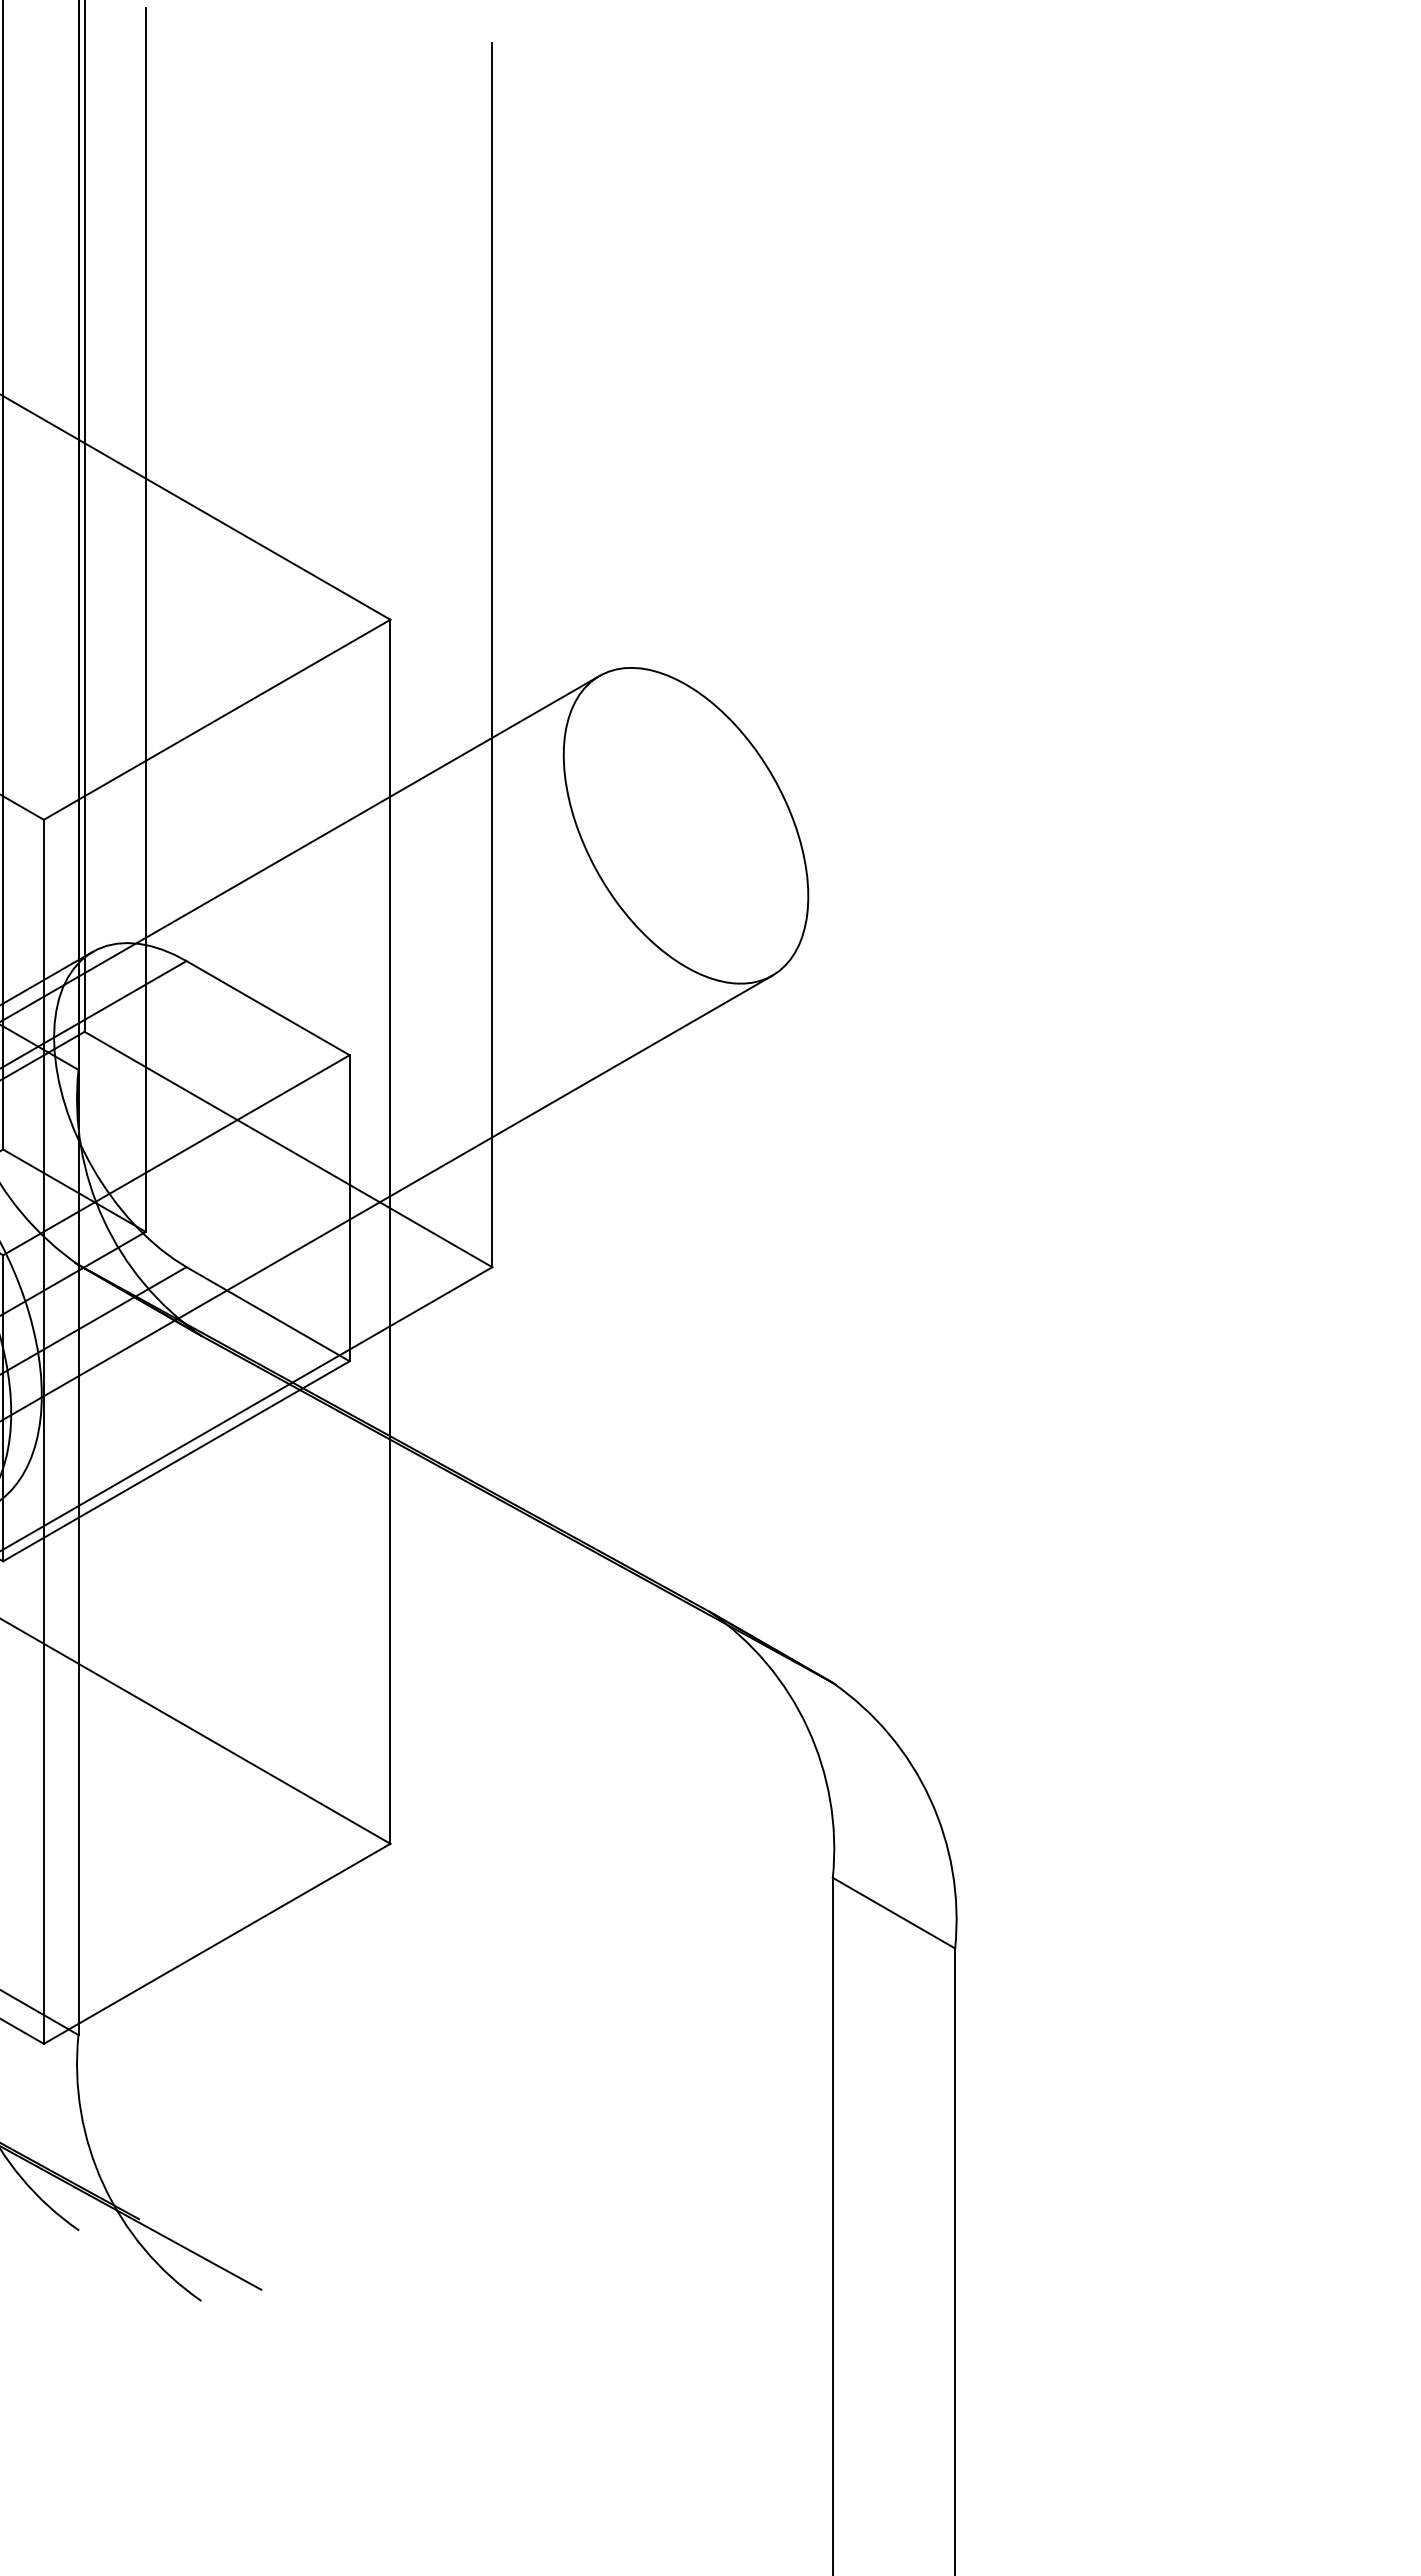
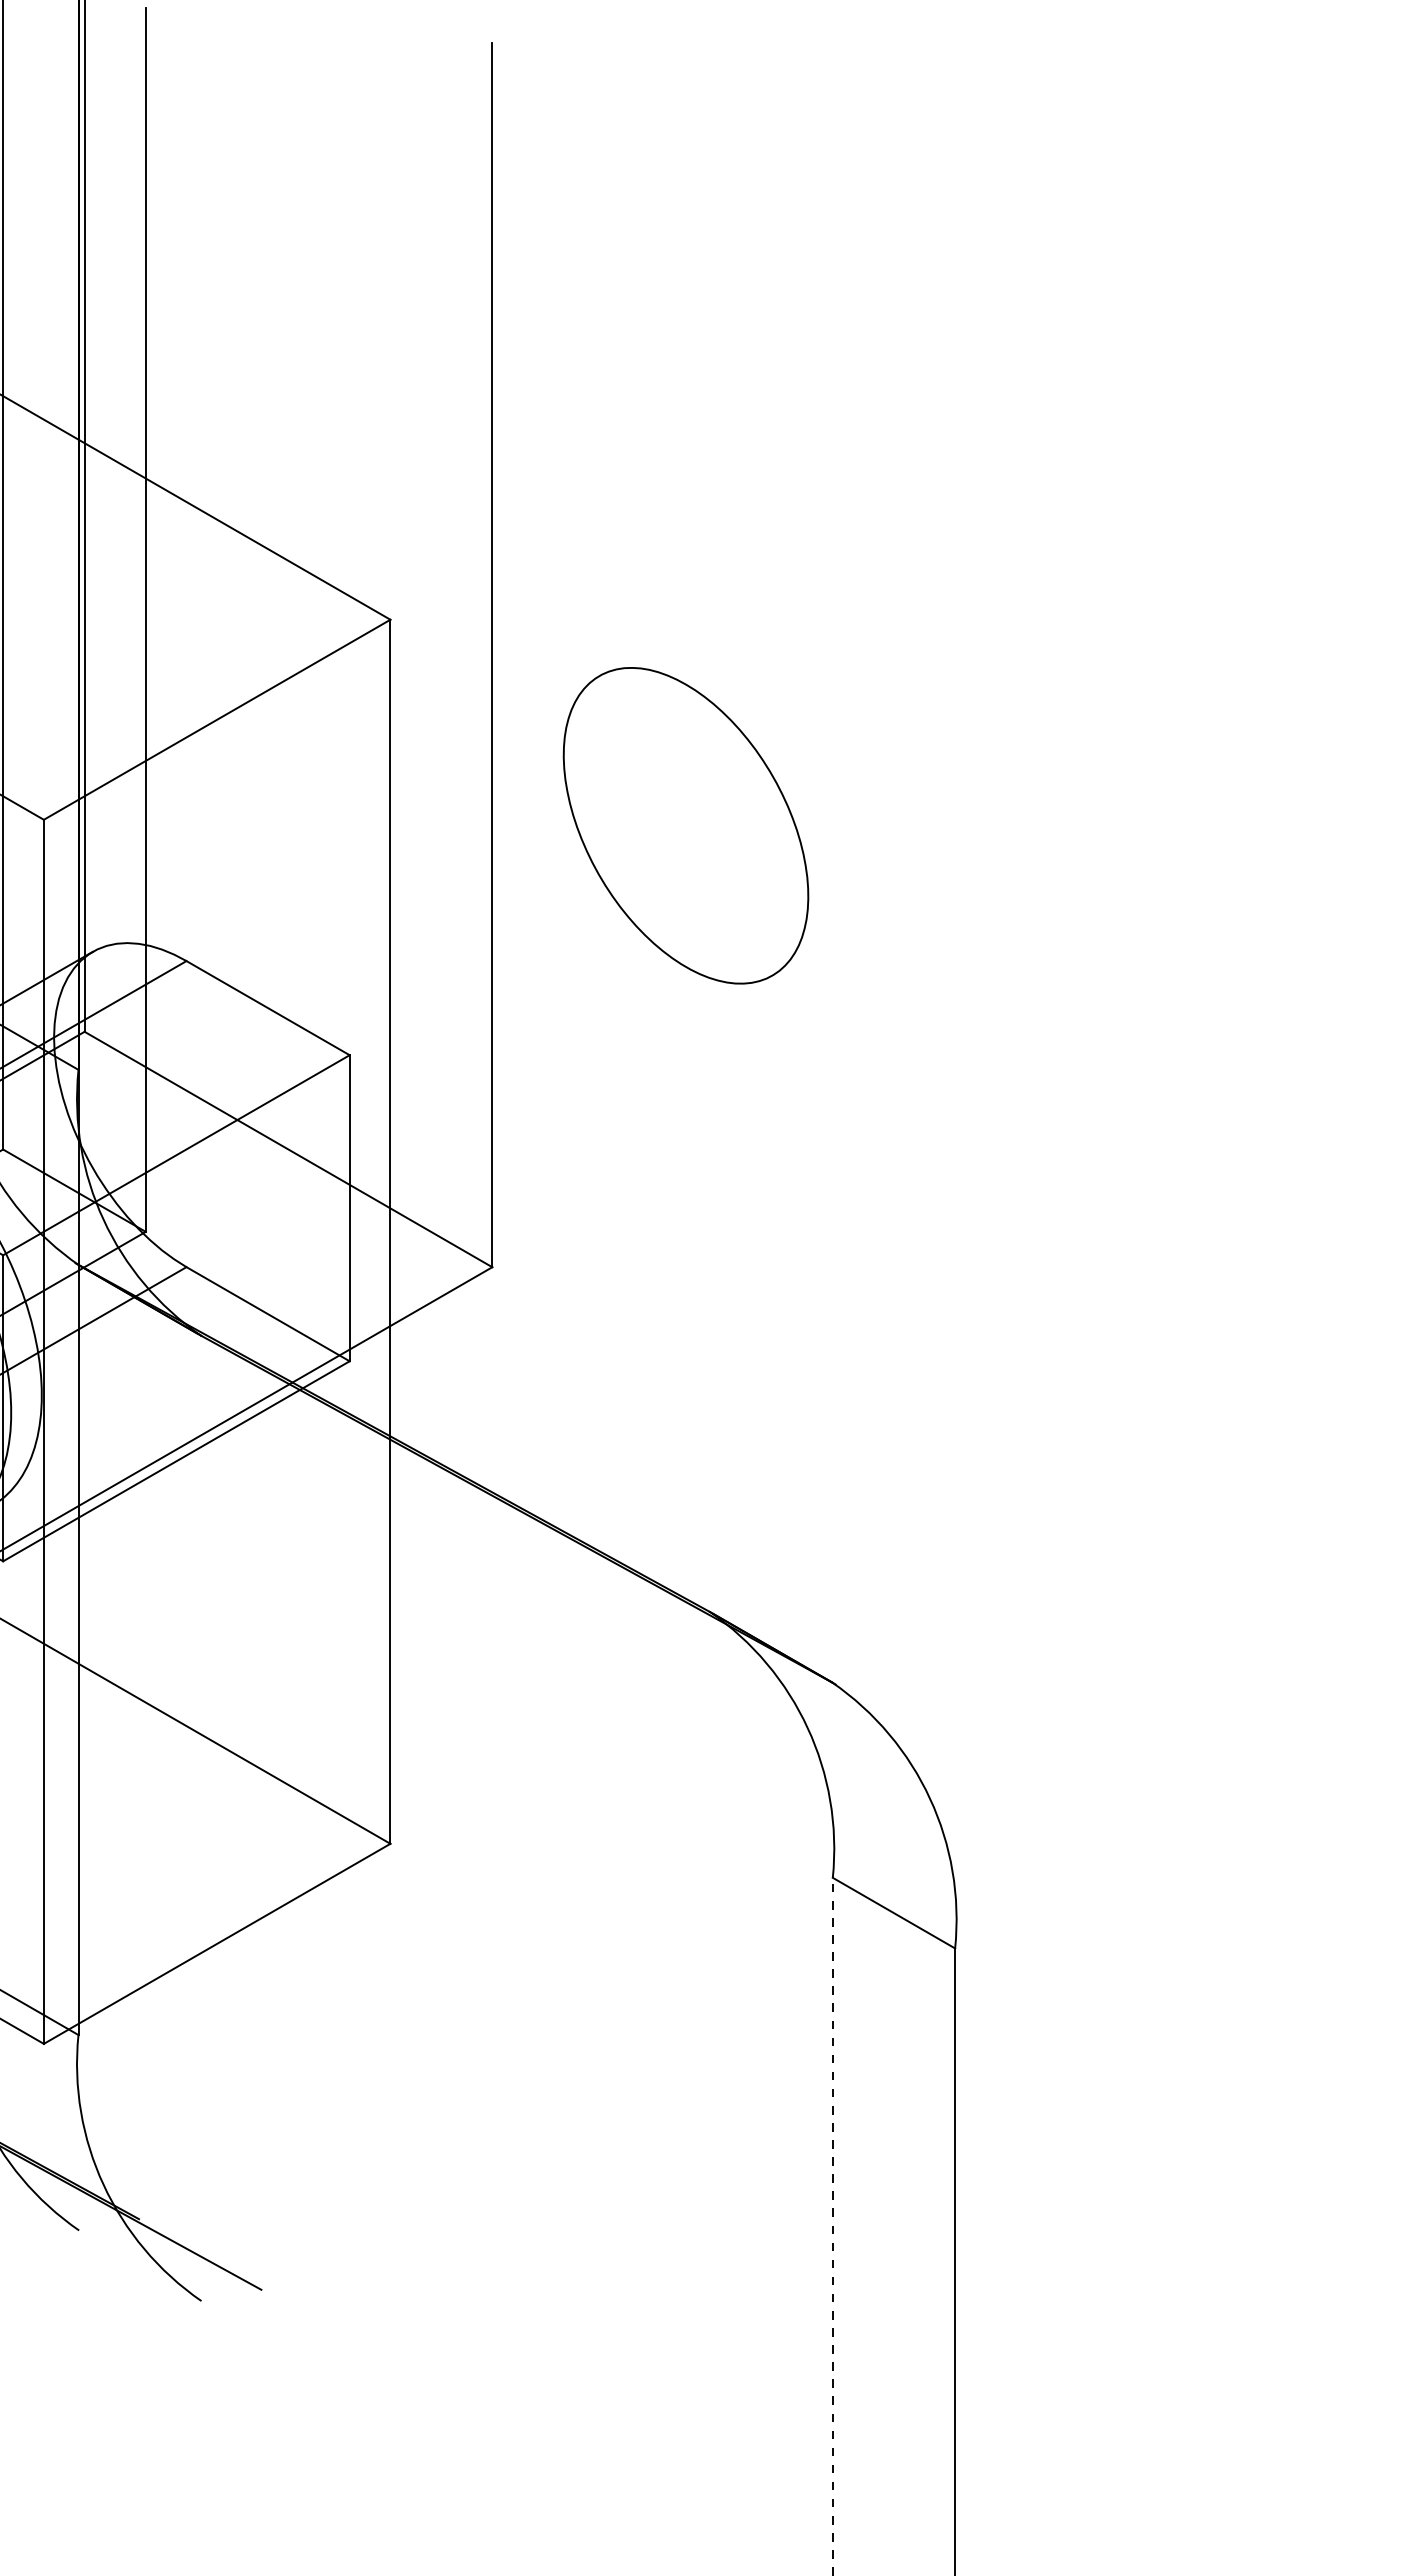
line at (300, 847): present -> none
line at (387, 1197): present -> none
line at (832, 2226): solid -> dashed
